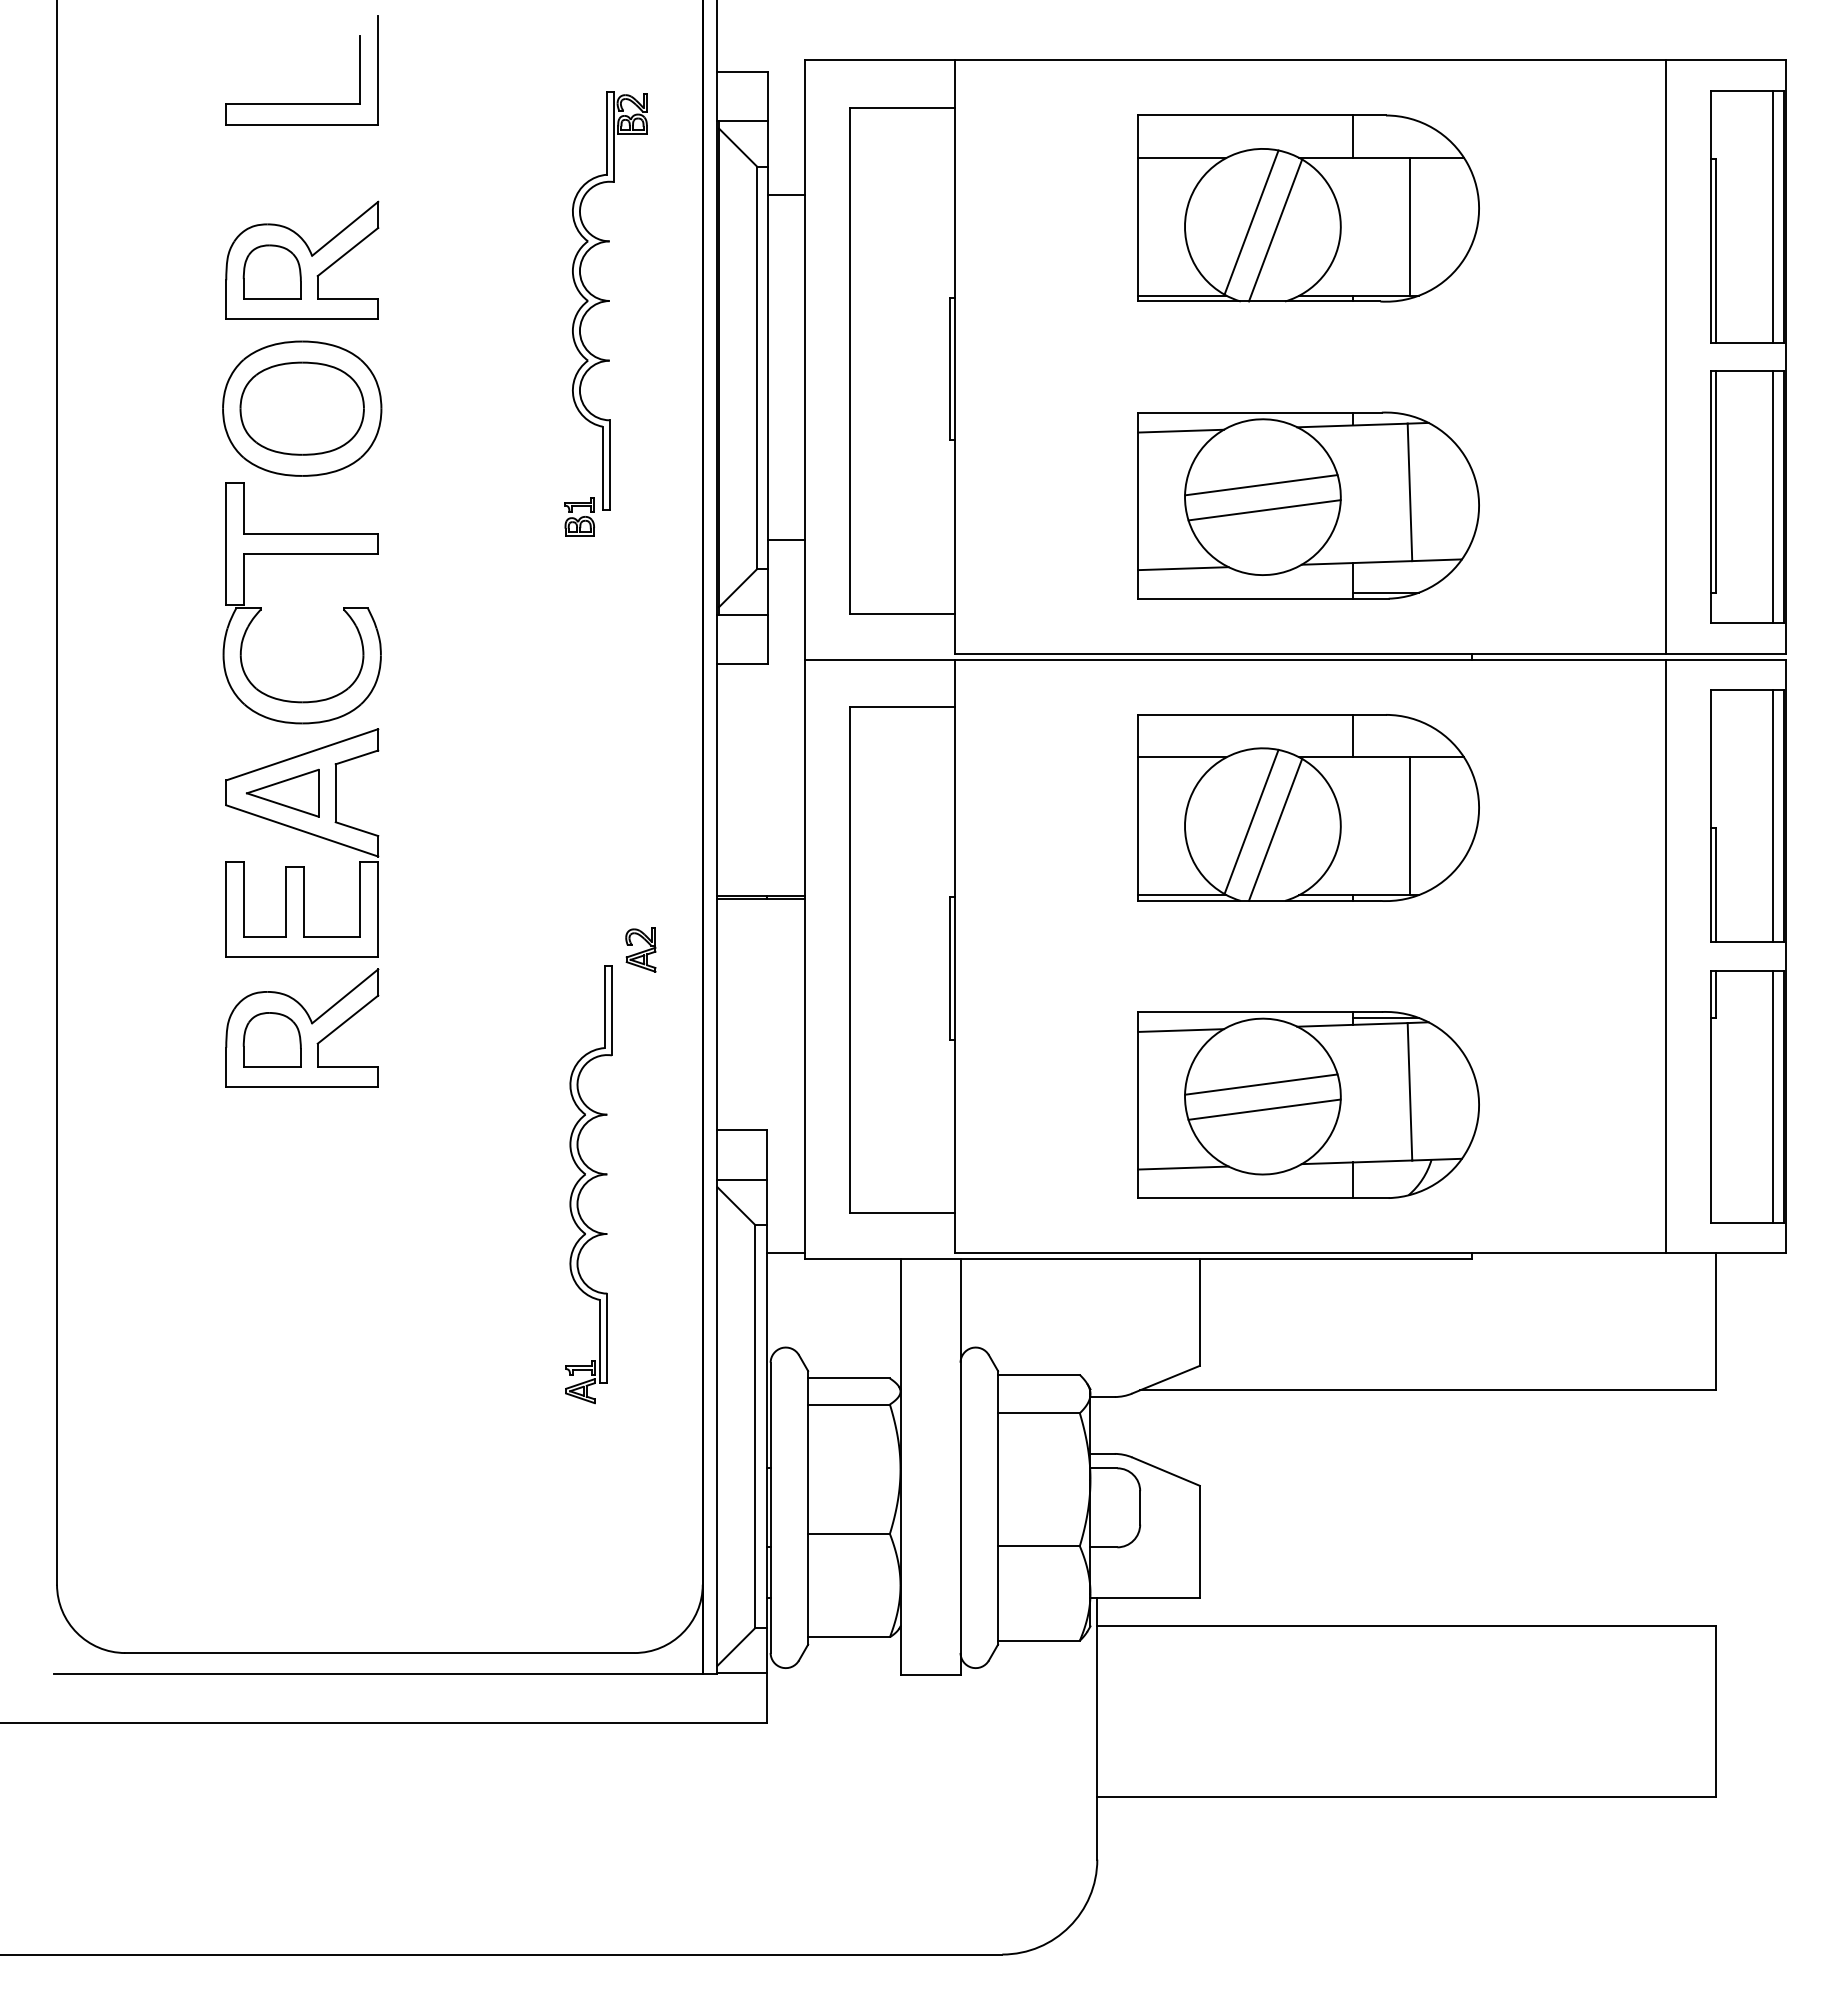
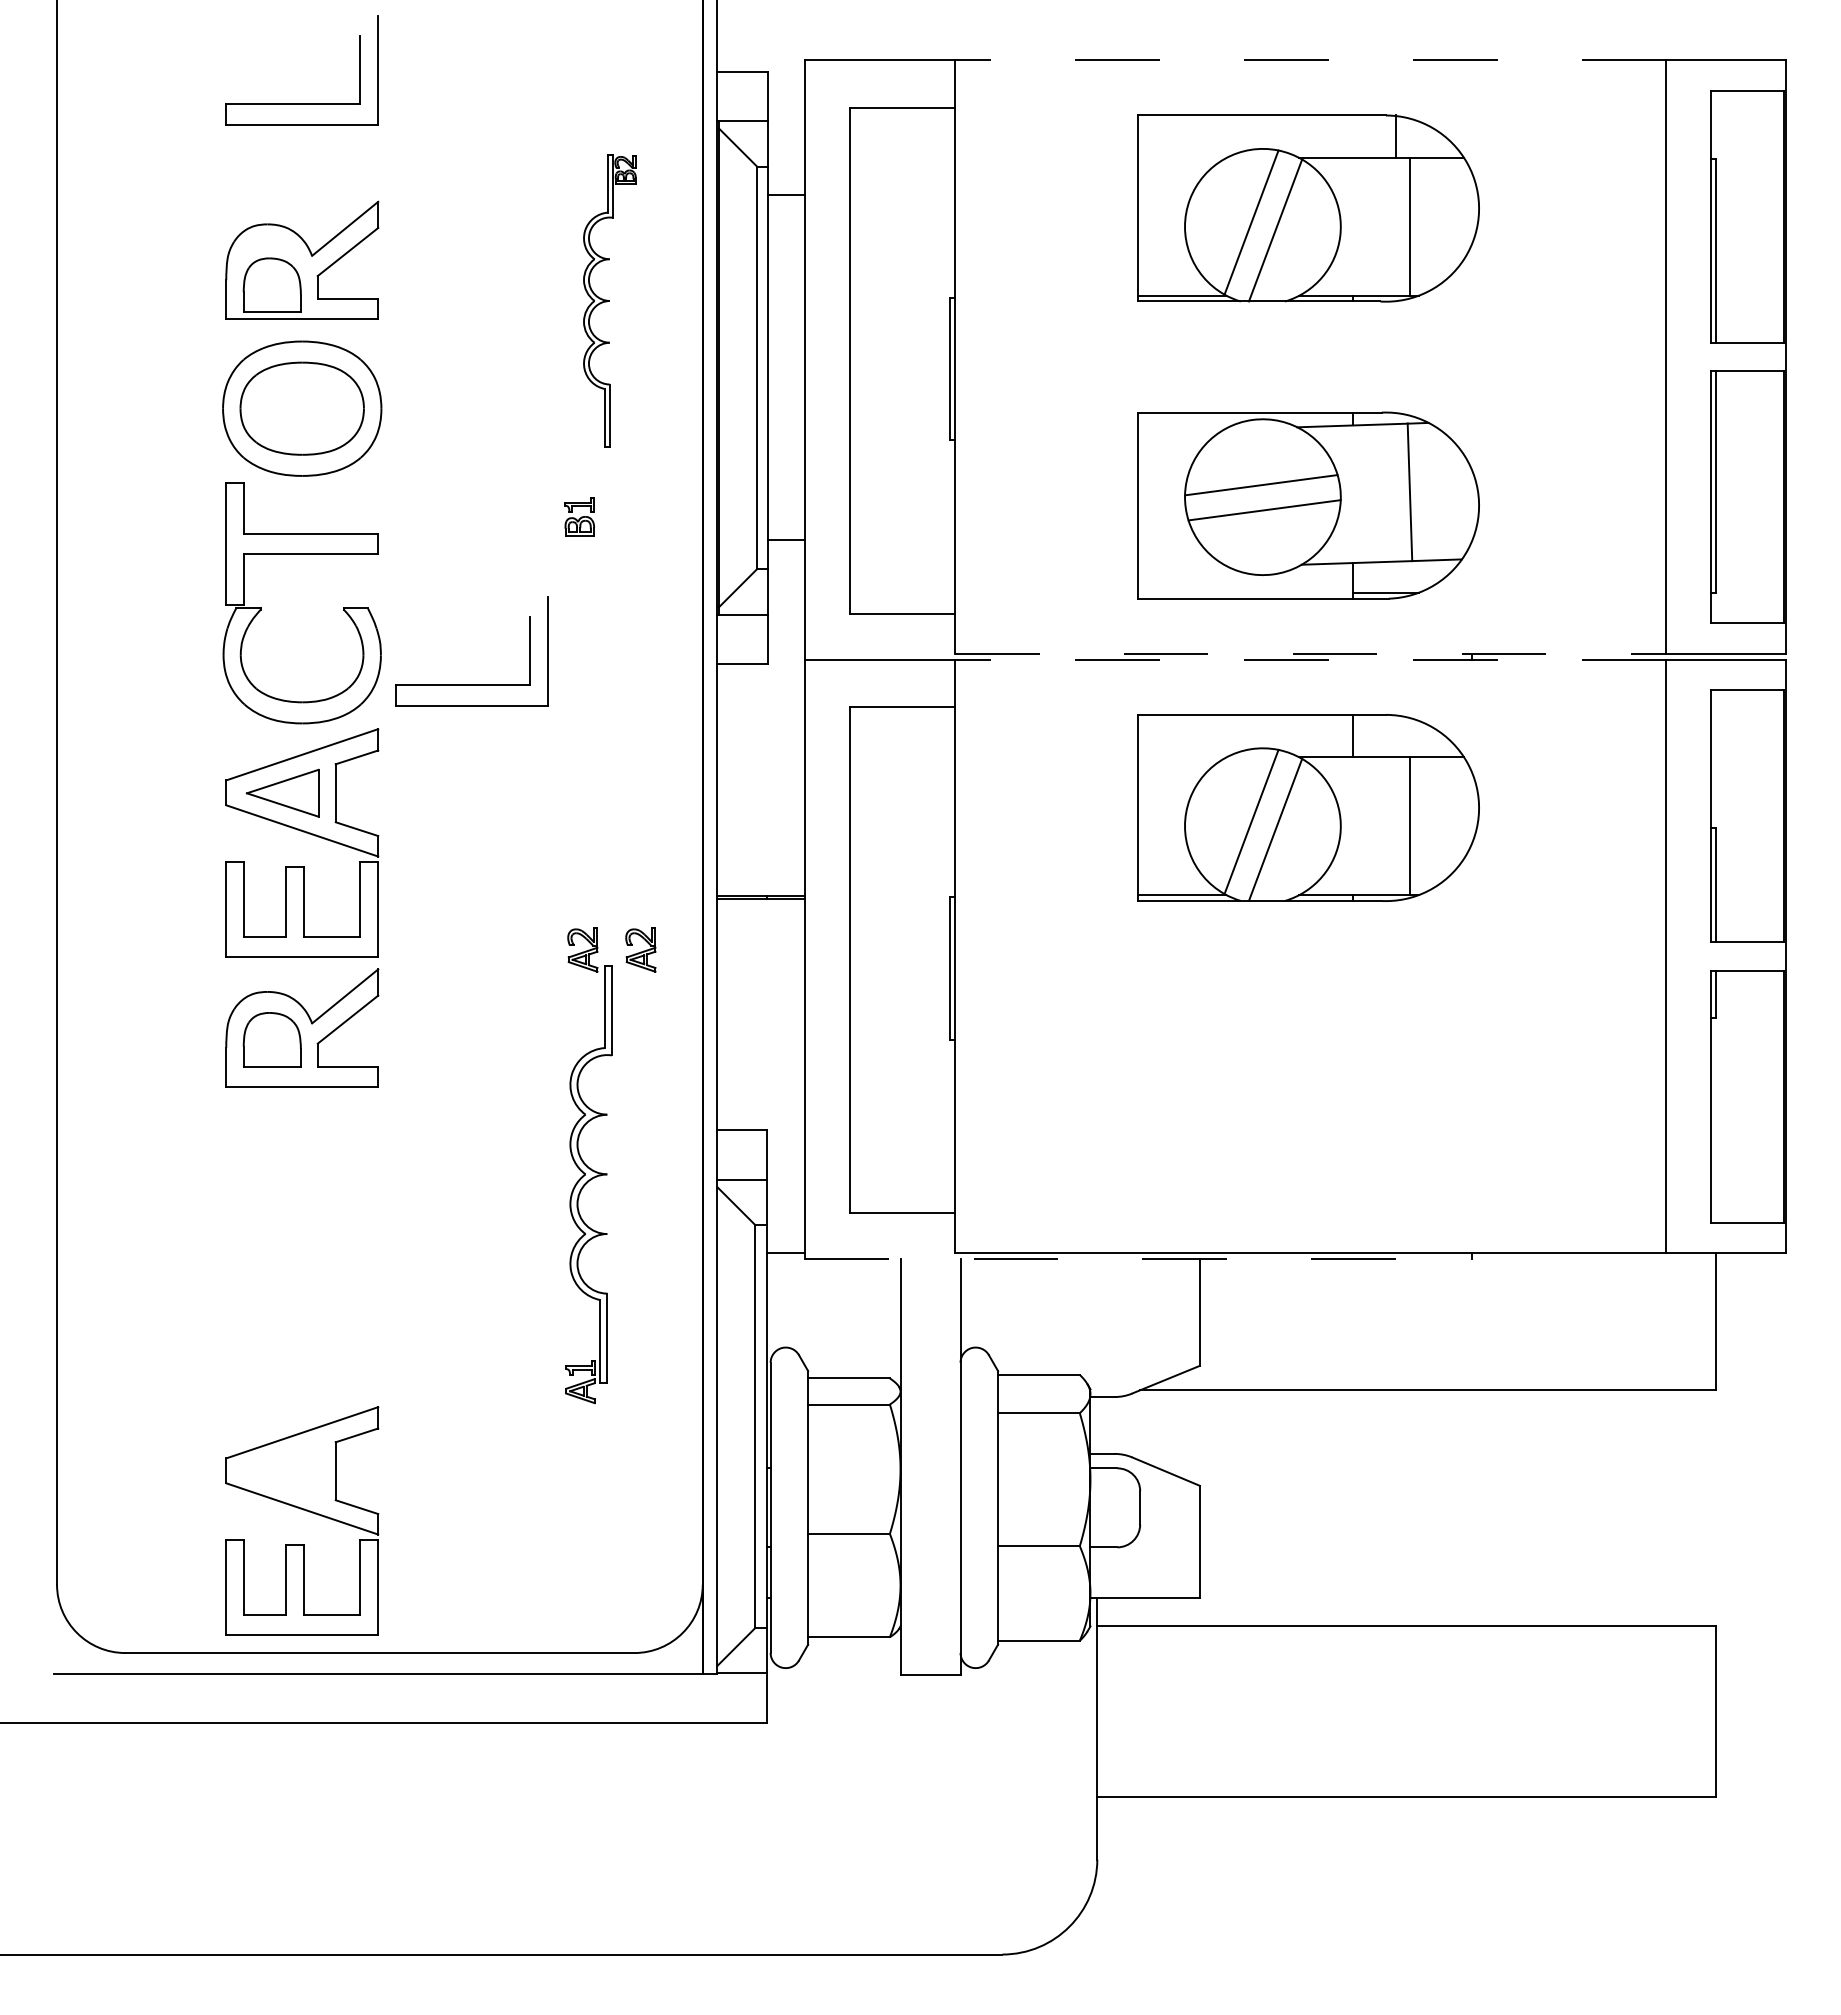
line at (1310, 60): solid -> dashed
line at (1353, 136) position: (1353, 136) -> (1396, 136)
line at (1182, 158): present -> none
line at (1773, 216): present -> none
part at (271, 271) position: (271, 271) -> (271, 284)
part at (609, 300) size: 76x420 px -> 54x294 px
line at (1181, 430): present -> none
line at (1773, 497): present -> none
line at (1183, 568): present -> none
line at (1310, 653): solid -> dashed
line at (1310, 659): solid -> dashed
part at (471, 684): none -> present
line at (1182, 757): present -> none
line at (1773, 816): present -> none
part at (582, 949): none -> present
line at (1773, 1096): present -> none
part at (1308, 1104): present -> none
line at (1138, 1259): solid -> dashed
part at (306, 1511): none -> present
